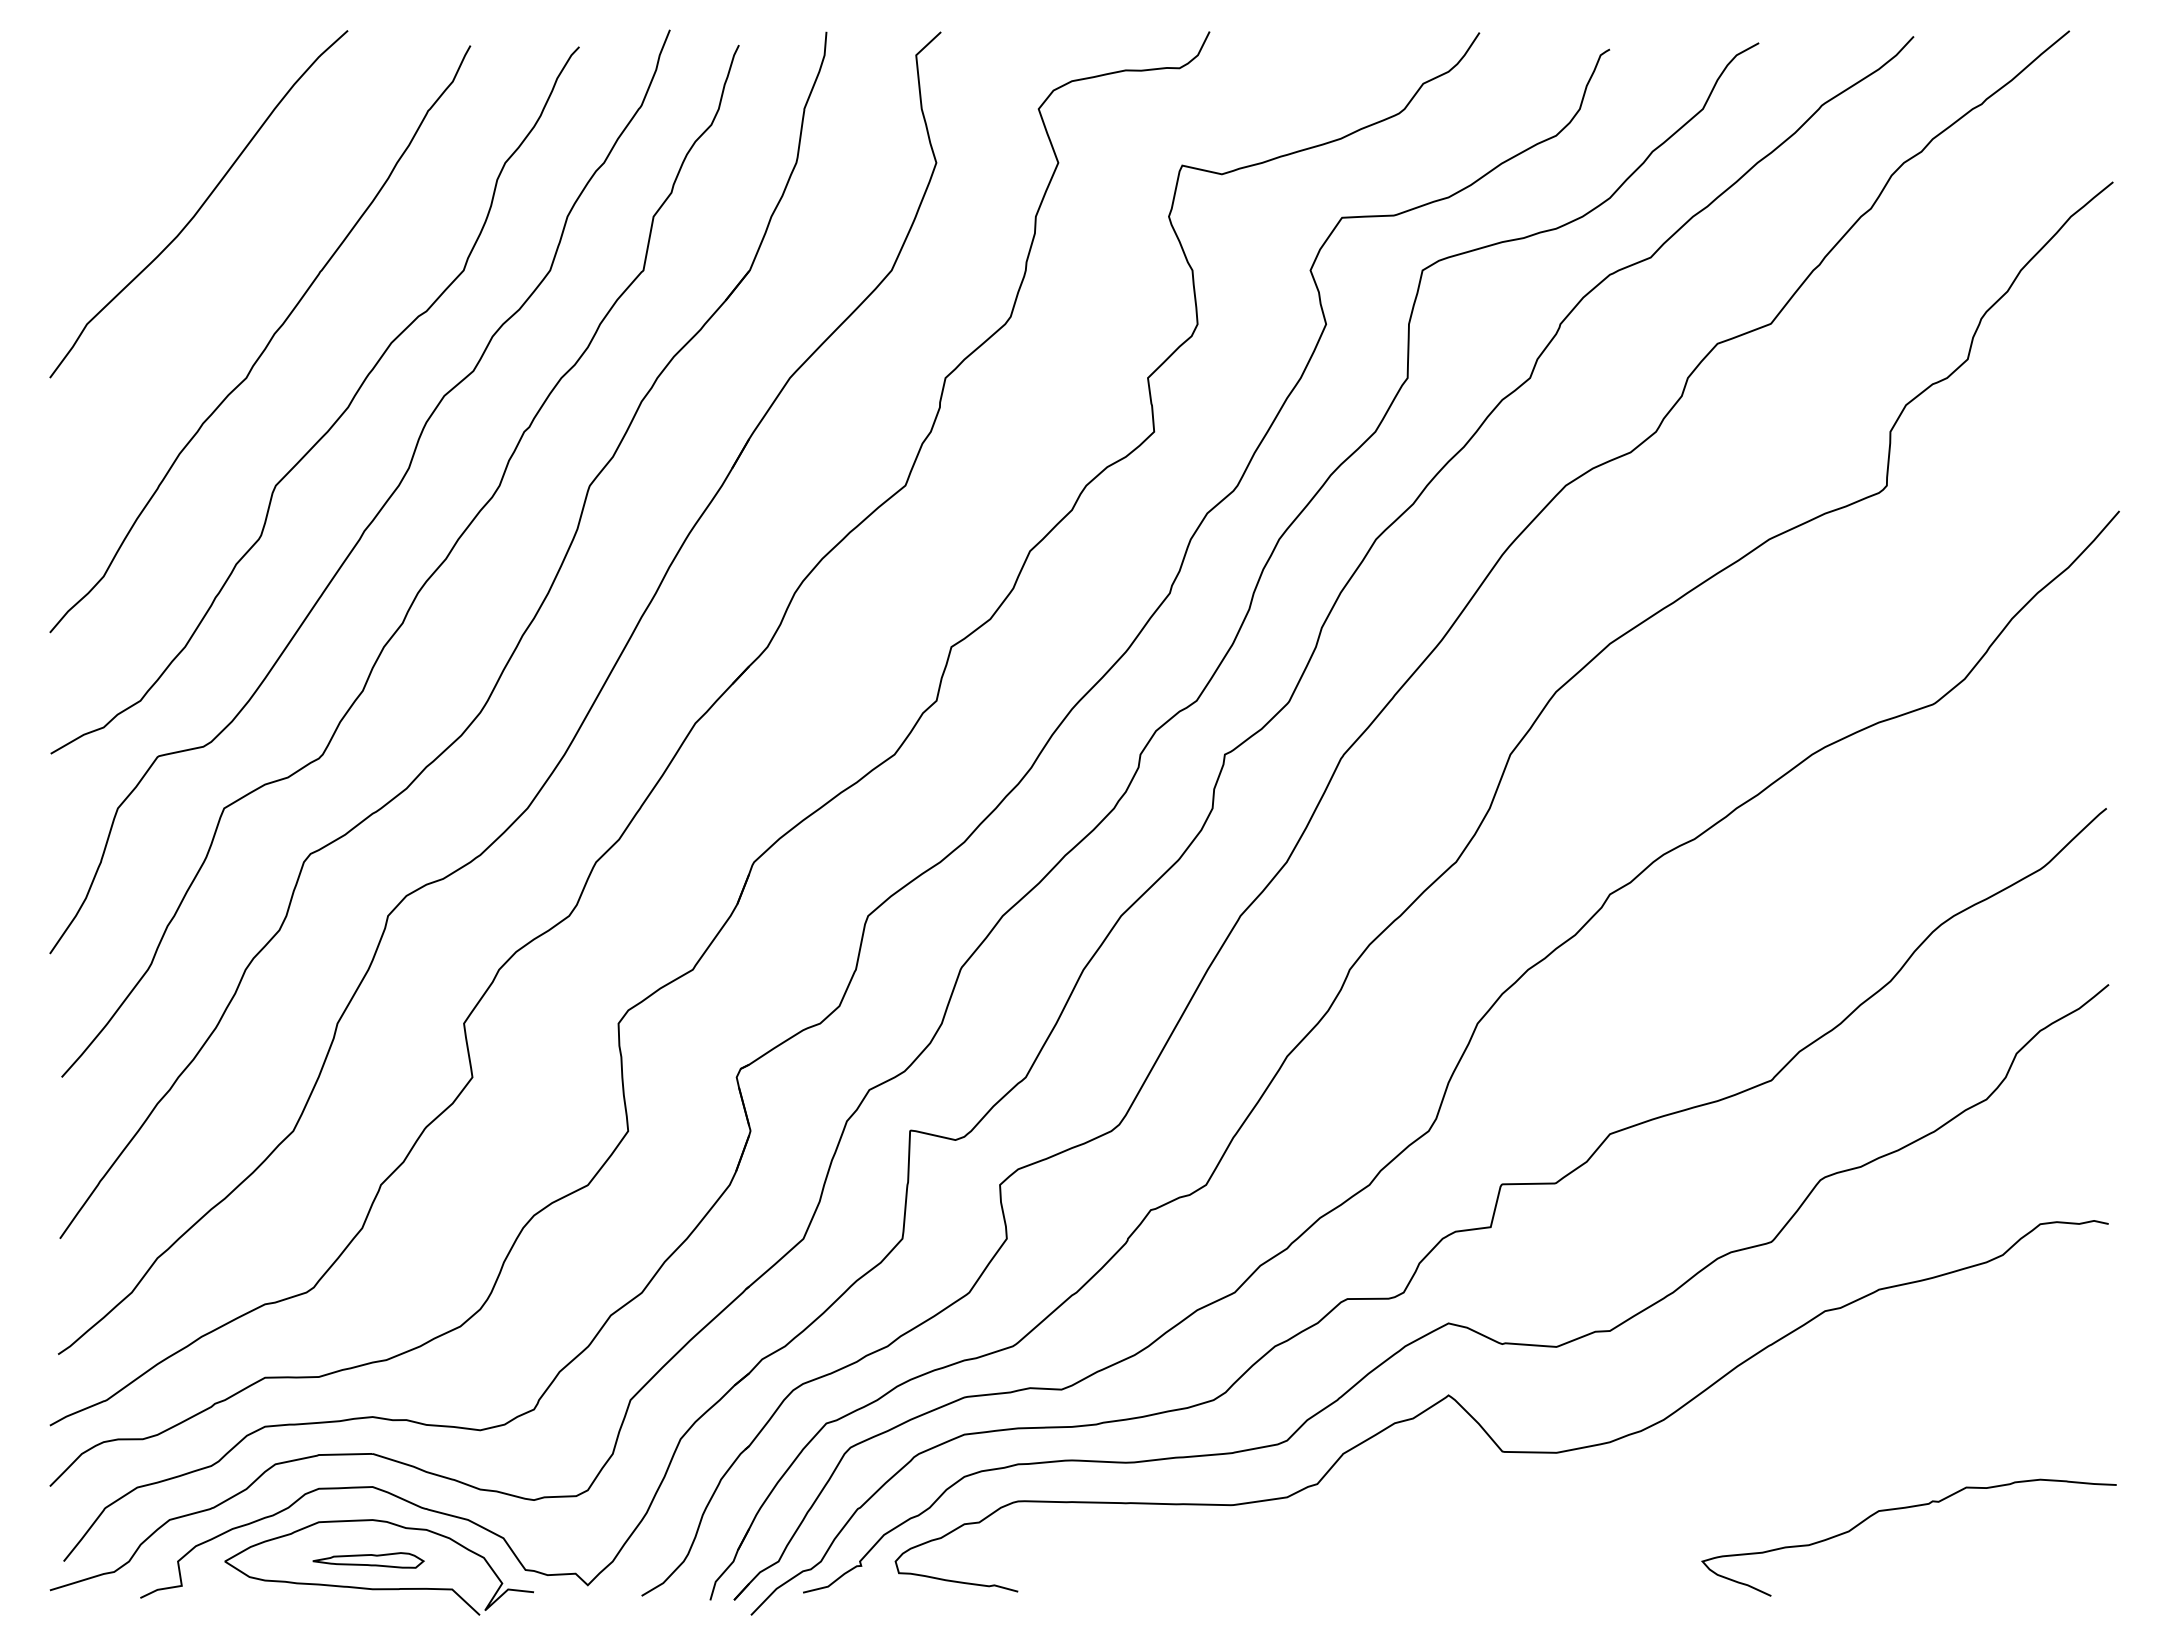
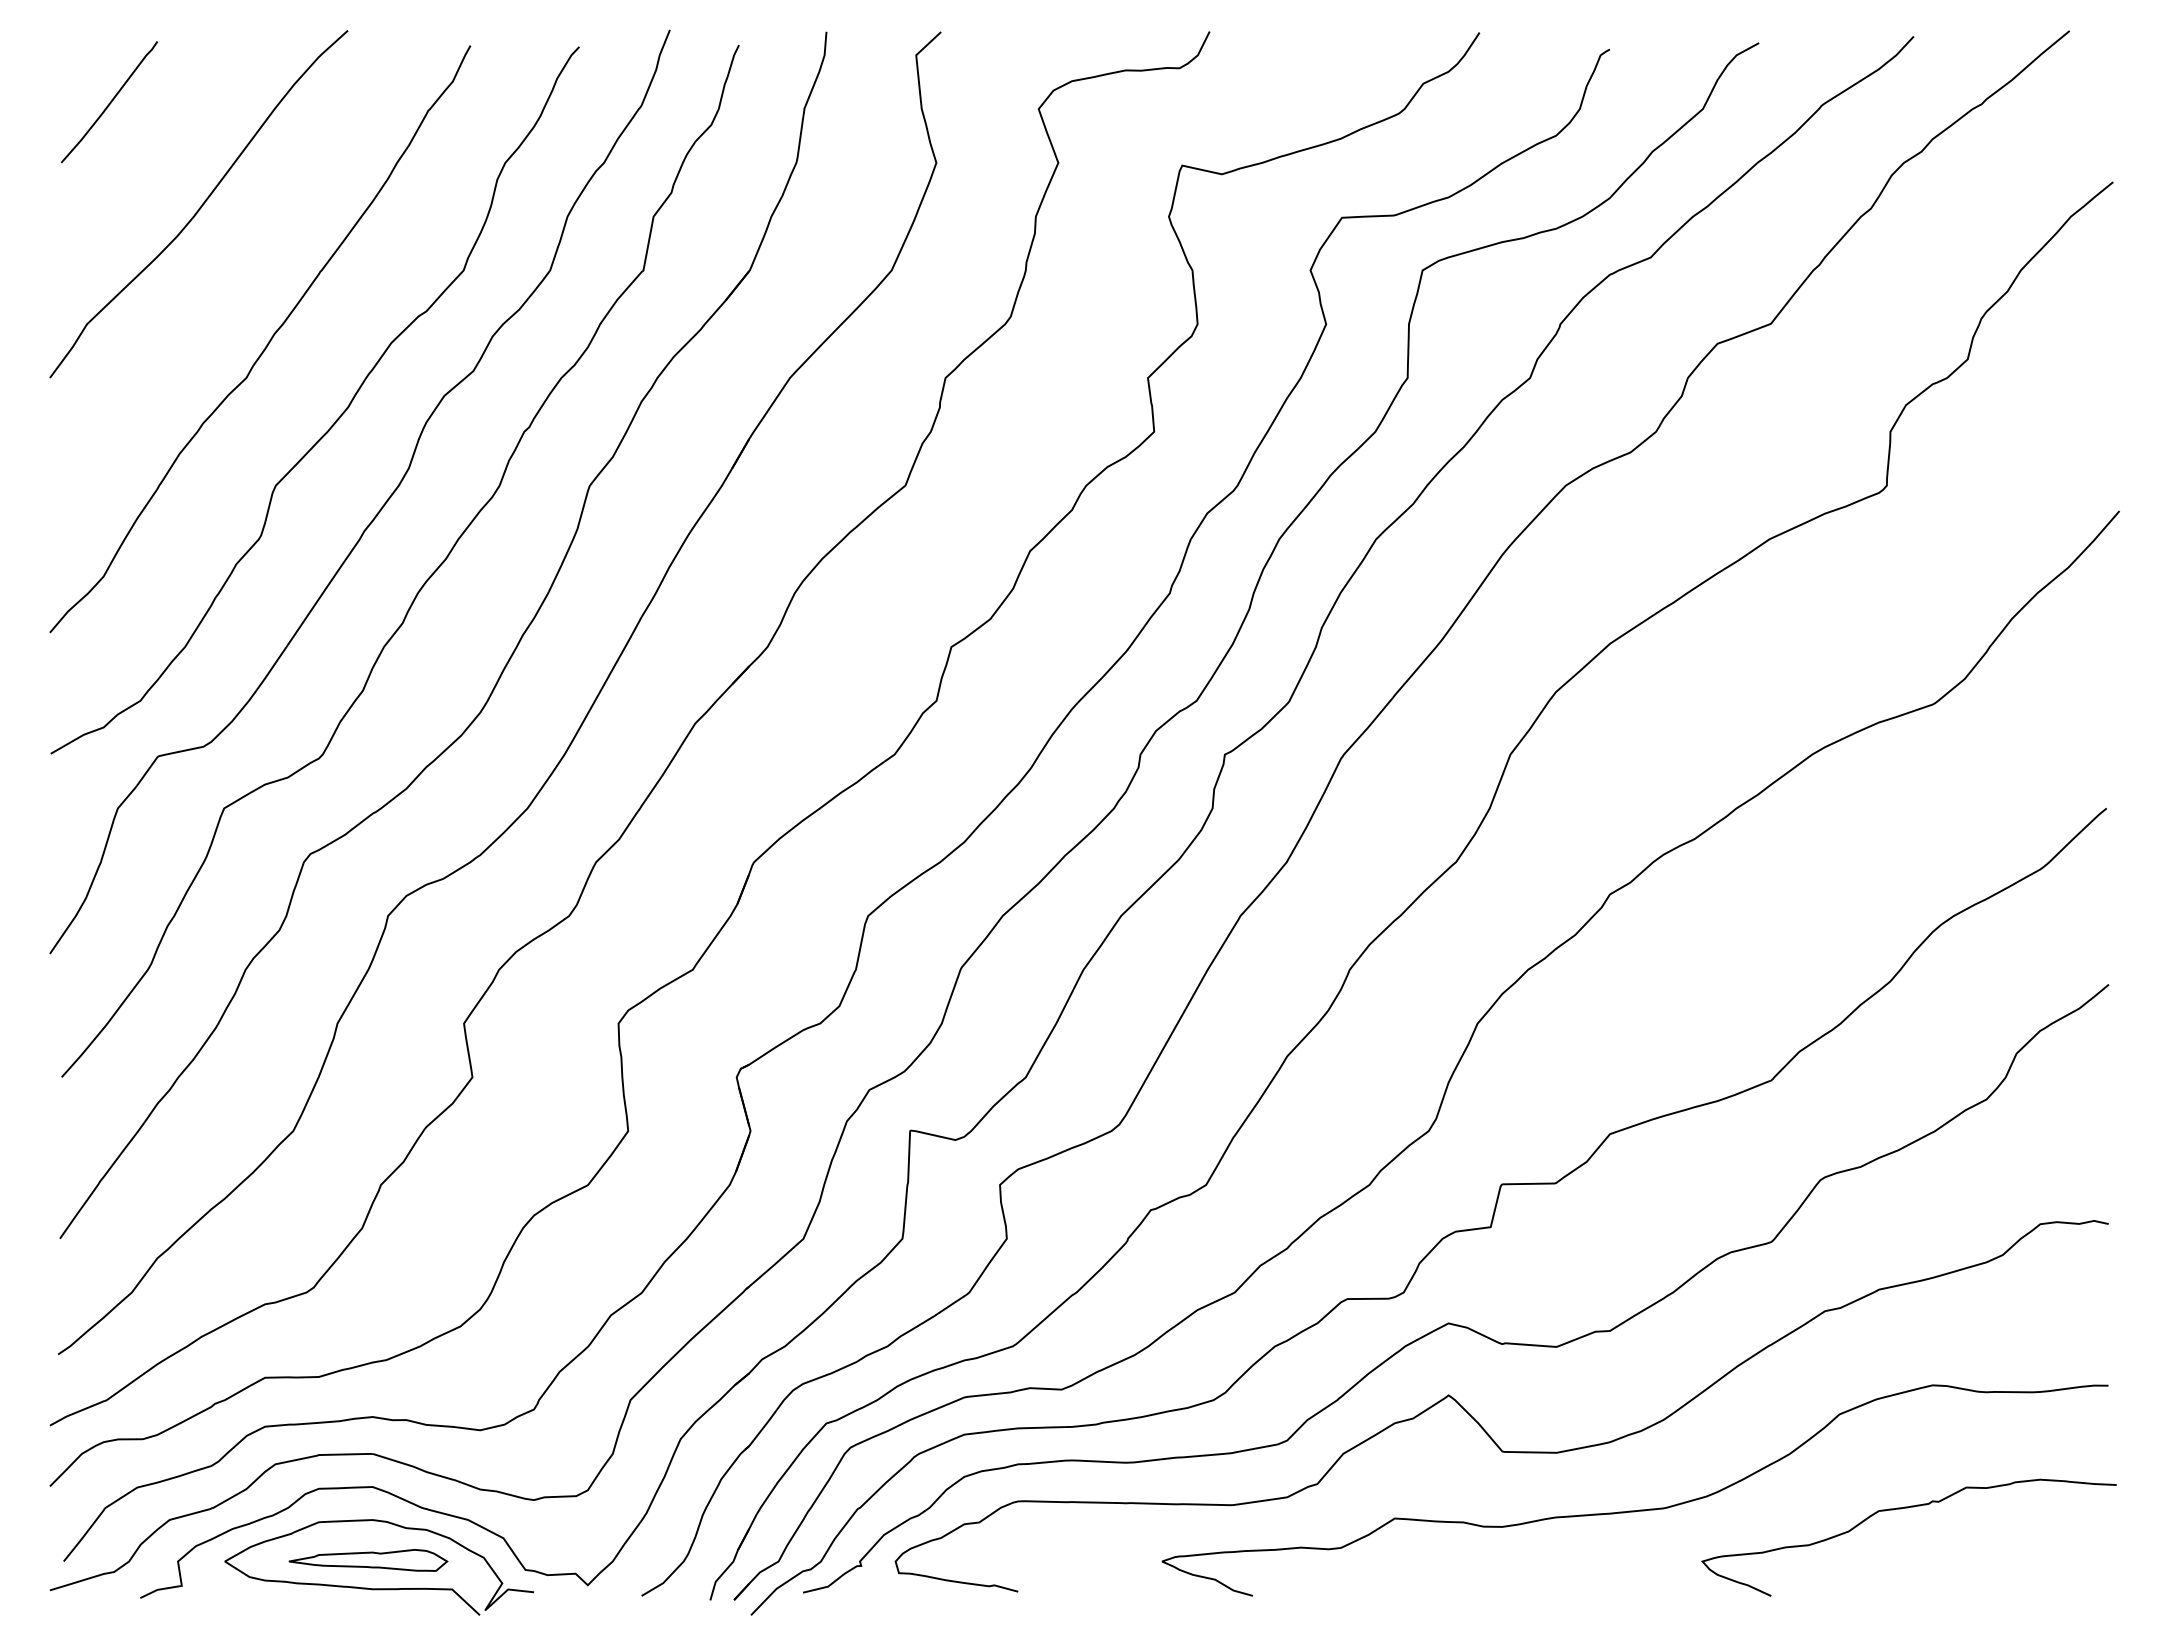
curve at (109, 102): none -> present
curve at (1639, 1509): none -> present
part at (368, 1560) size: 113x17 px -> 161x23 px
